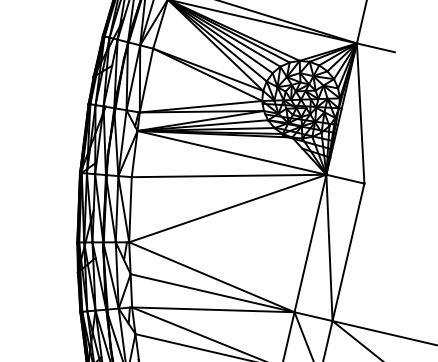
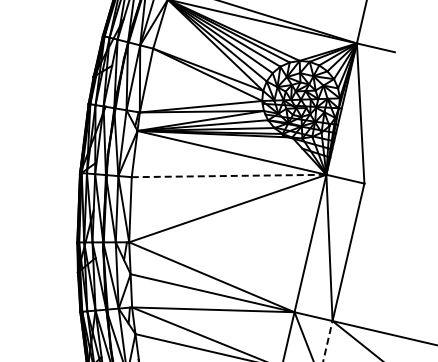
line at (229, 175): solid -> dashed
line at (327, 341): solid -> dashed
